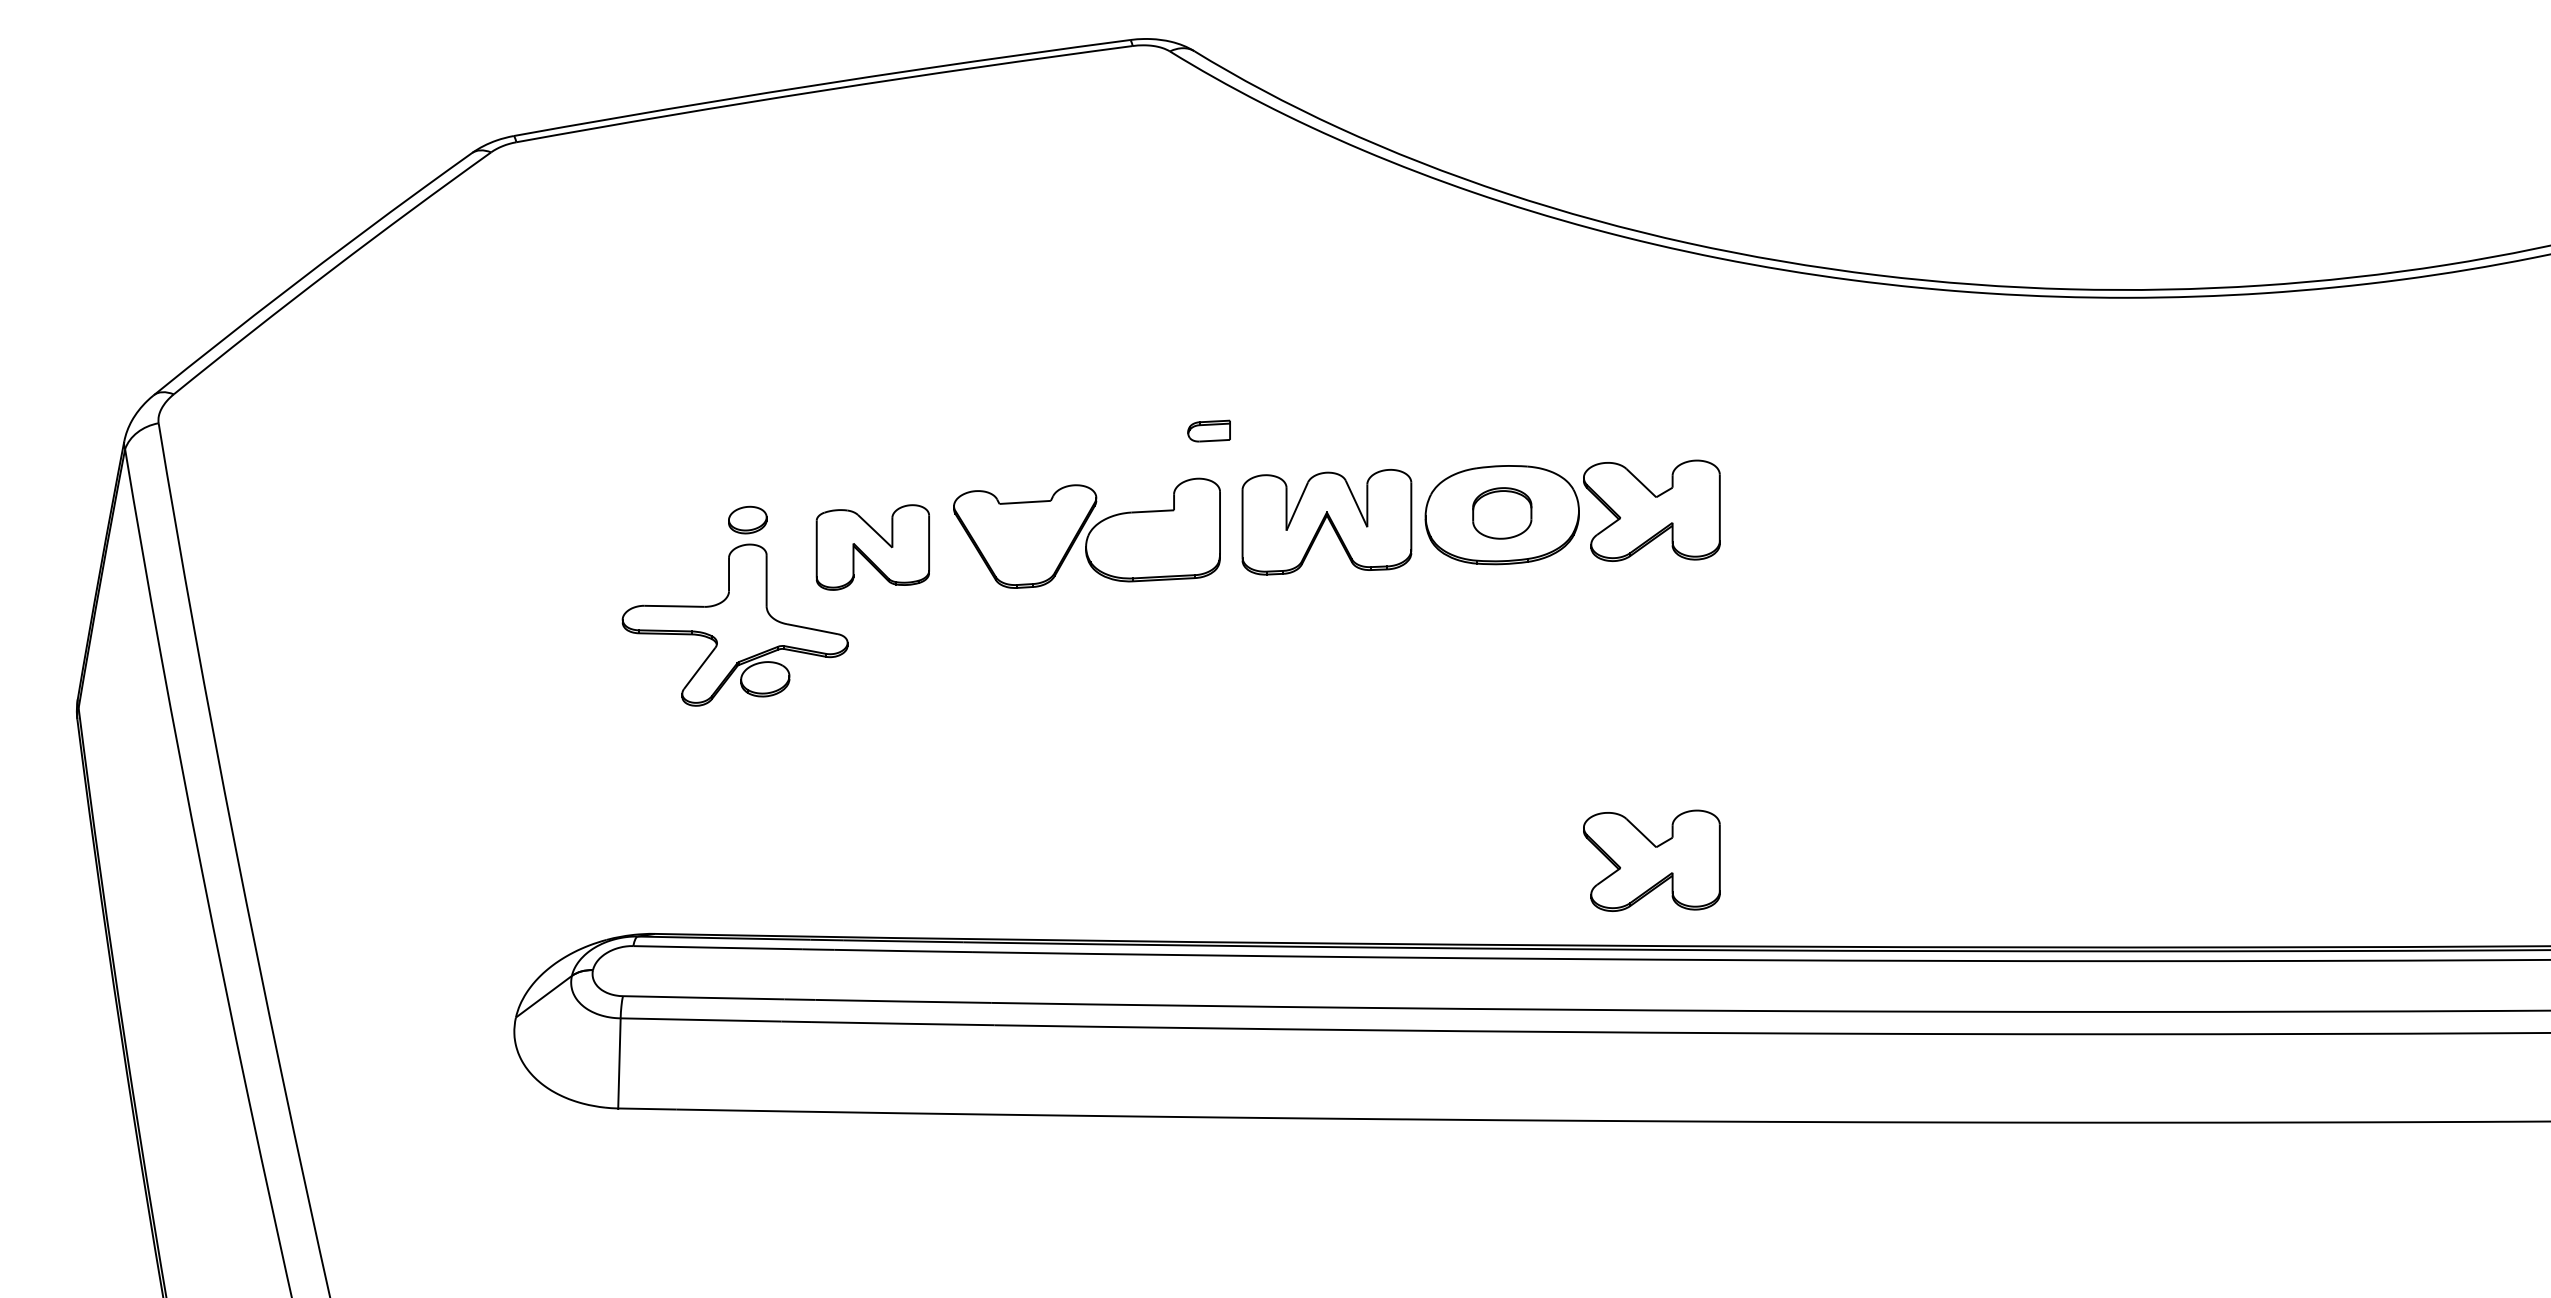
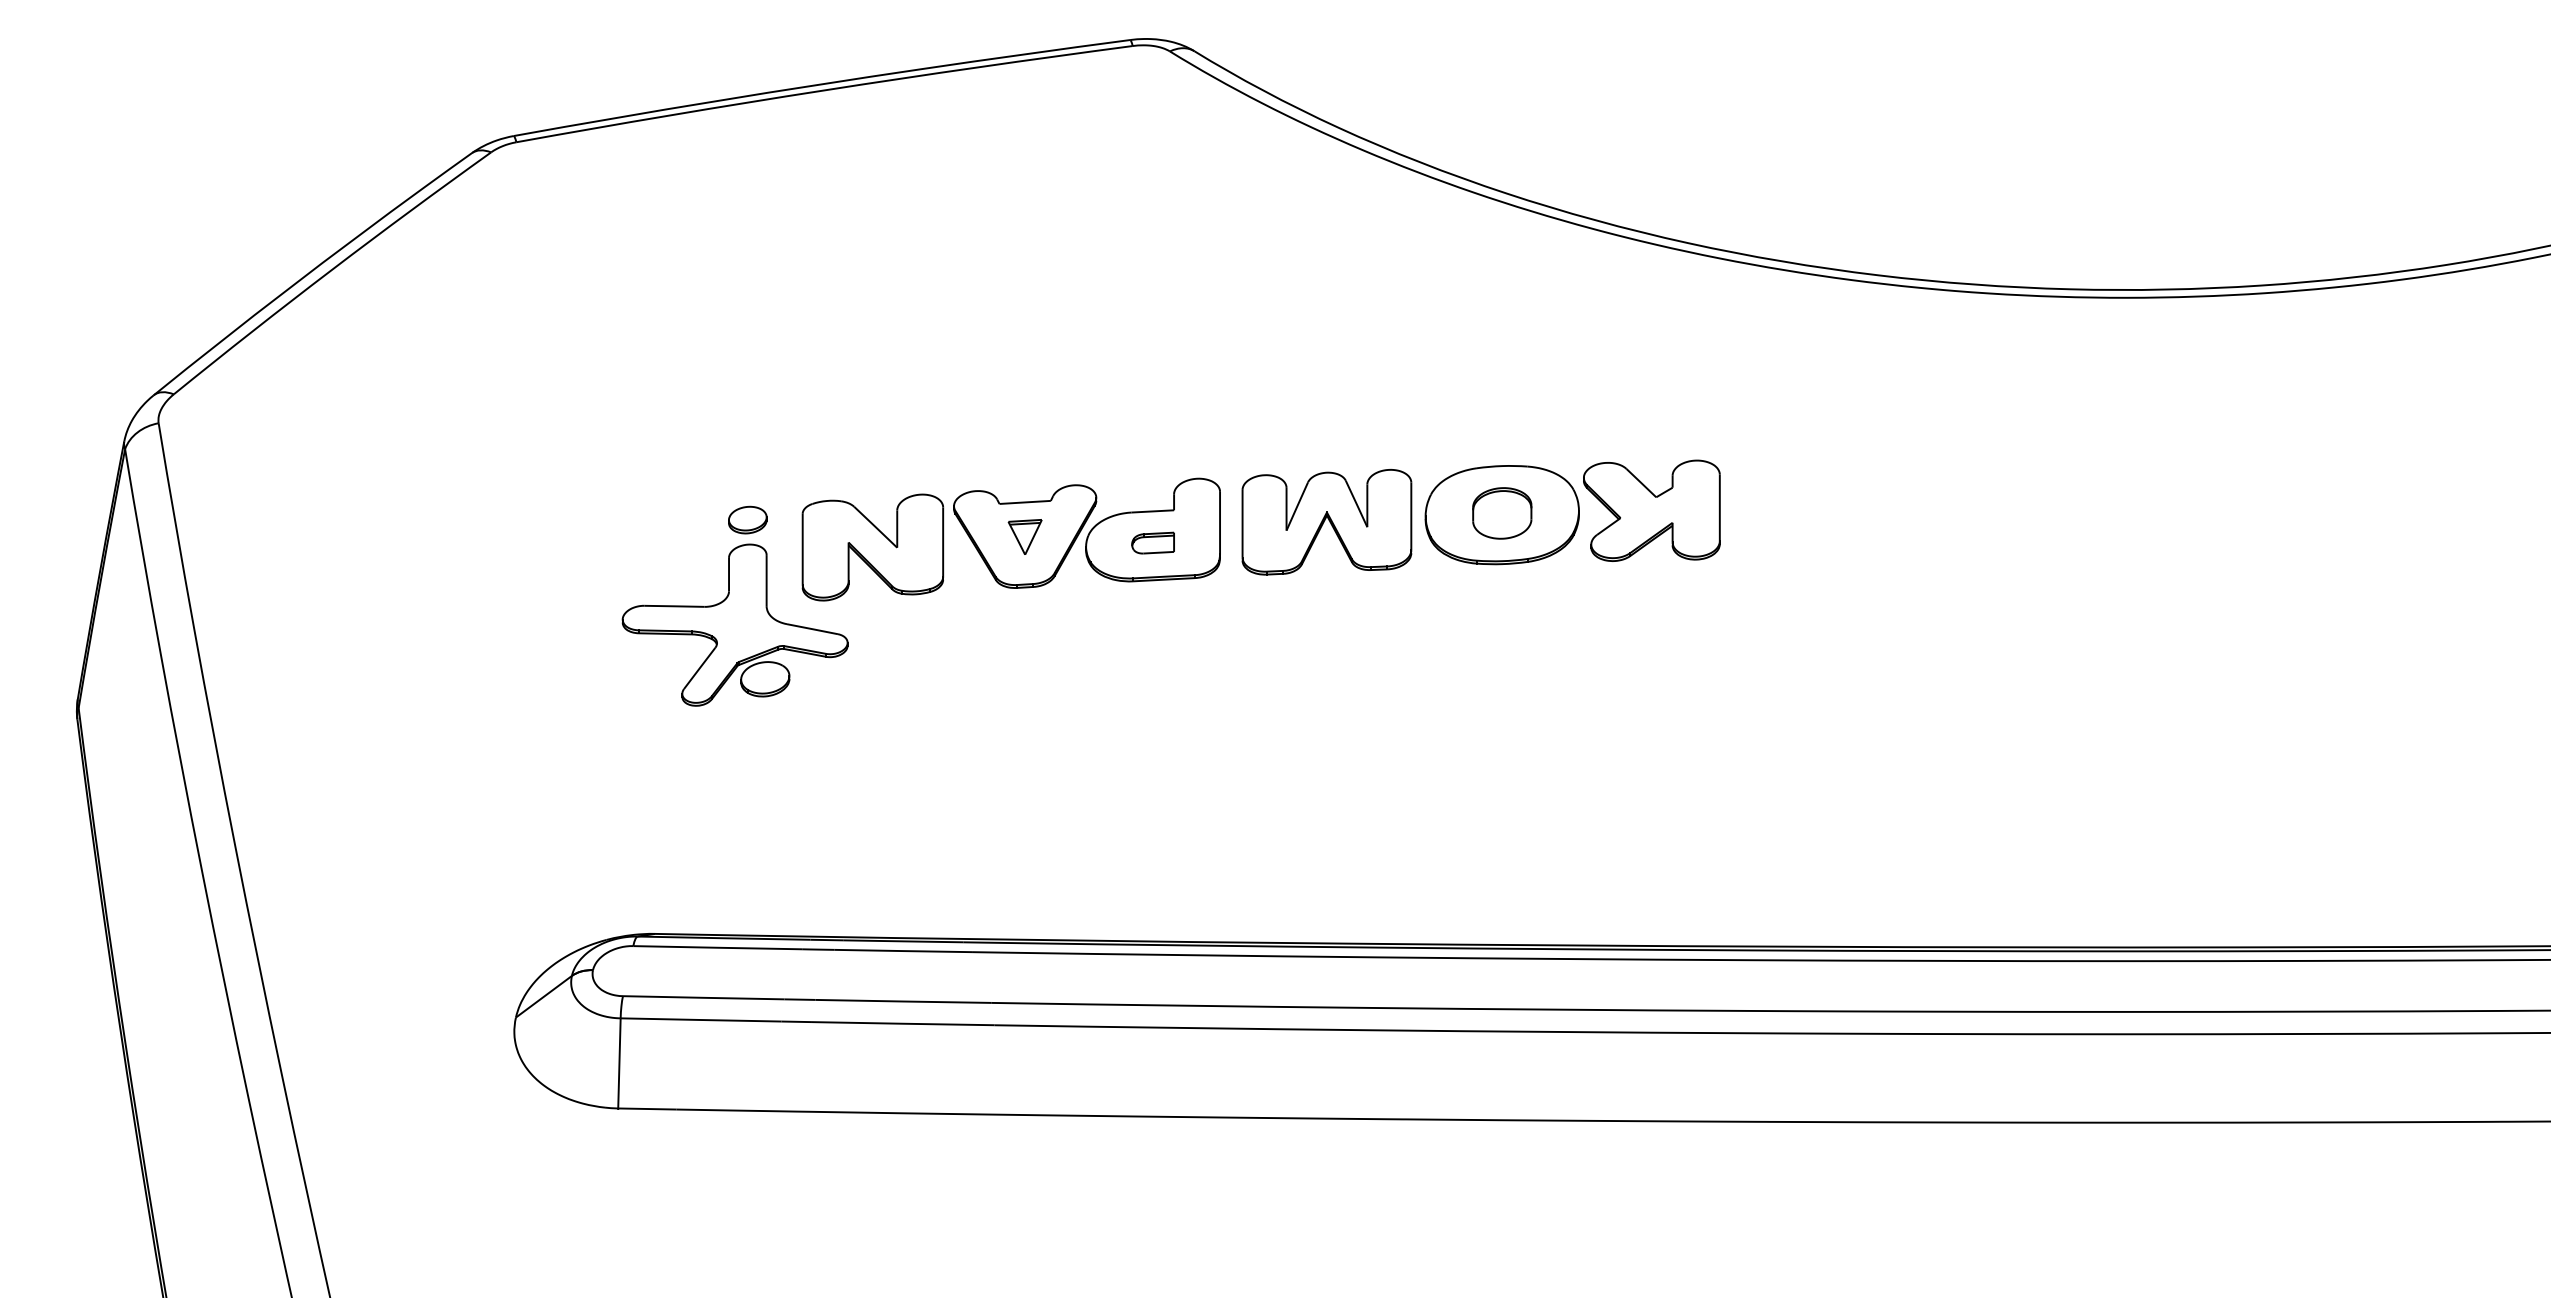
part at (1208, 430) position: (1208, 430) -> (1152, 542)
part at (1024, 536): none -> present
part at (872, 547) size: 115x87 px -> 144x109 px
part at (1651, 860): present -> none
